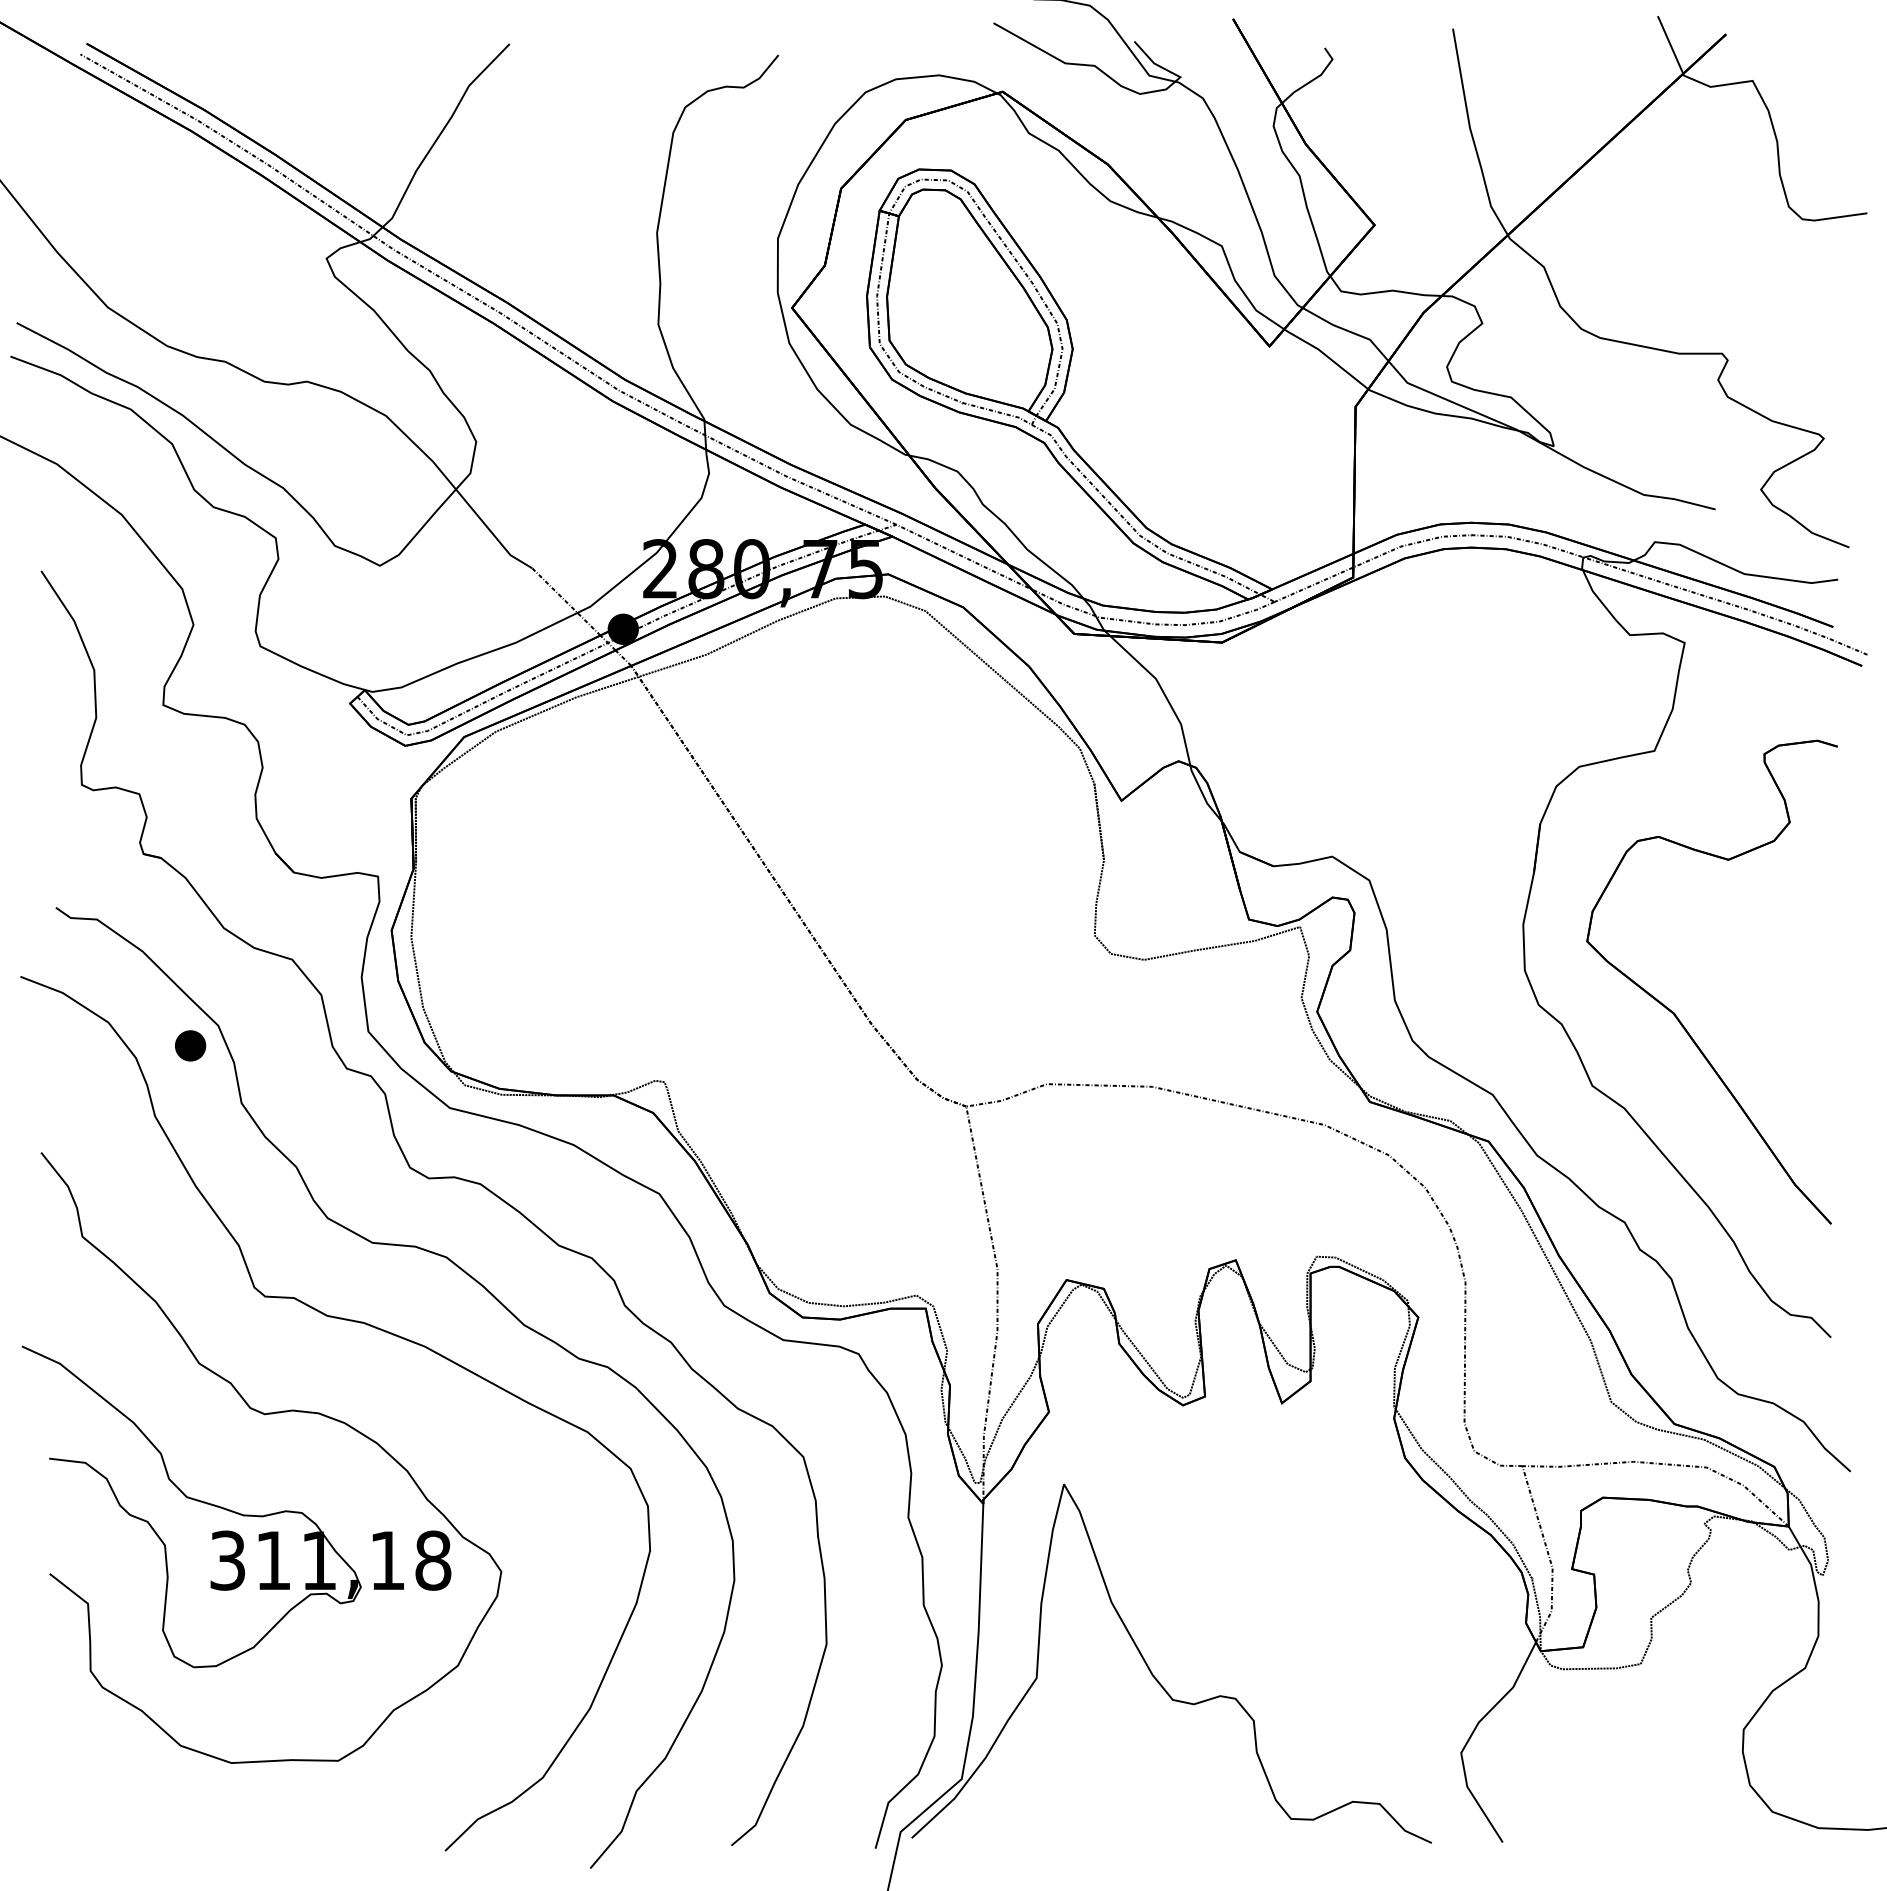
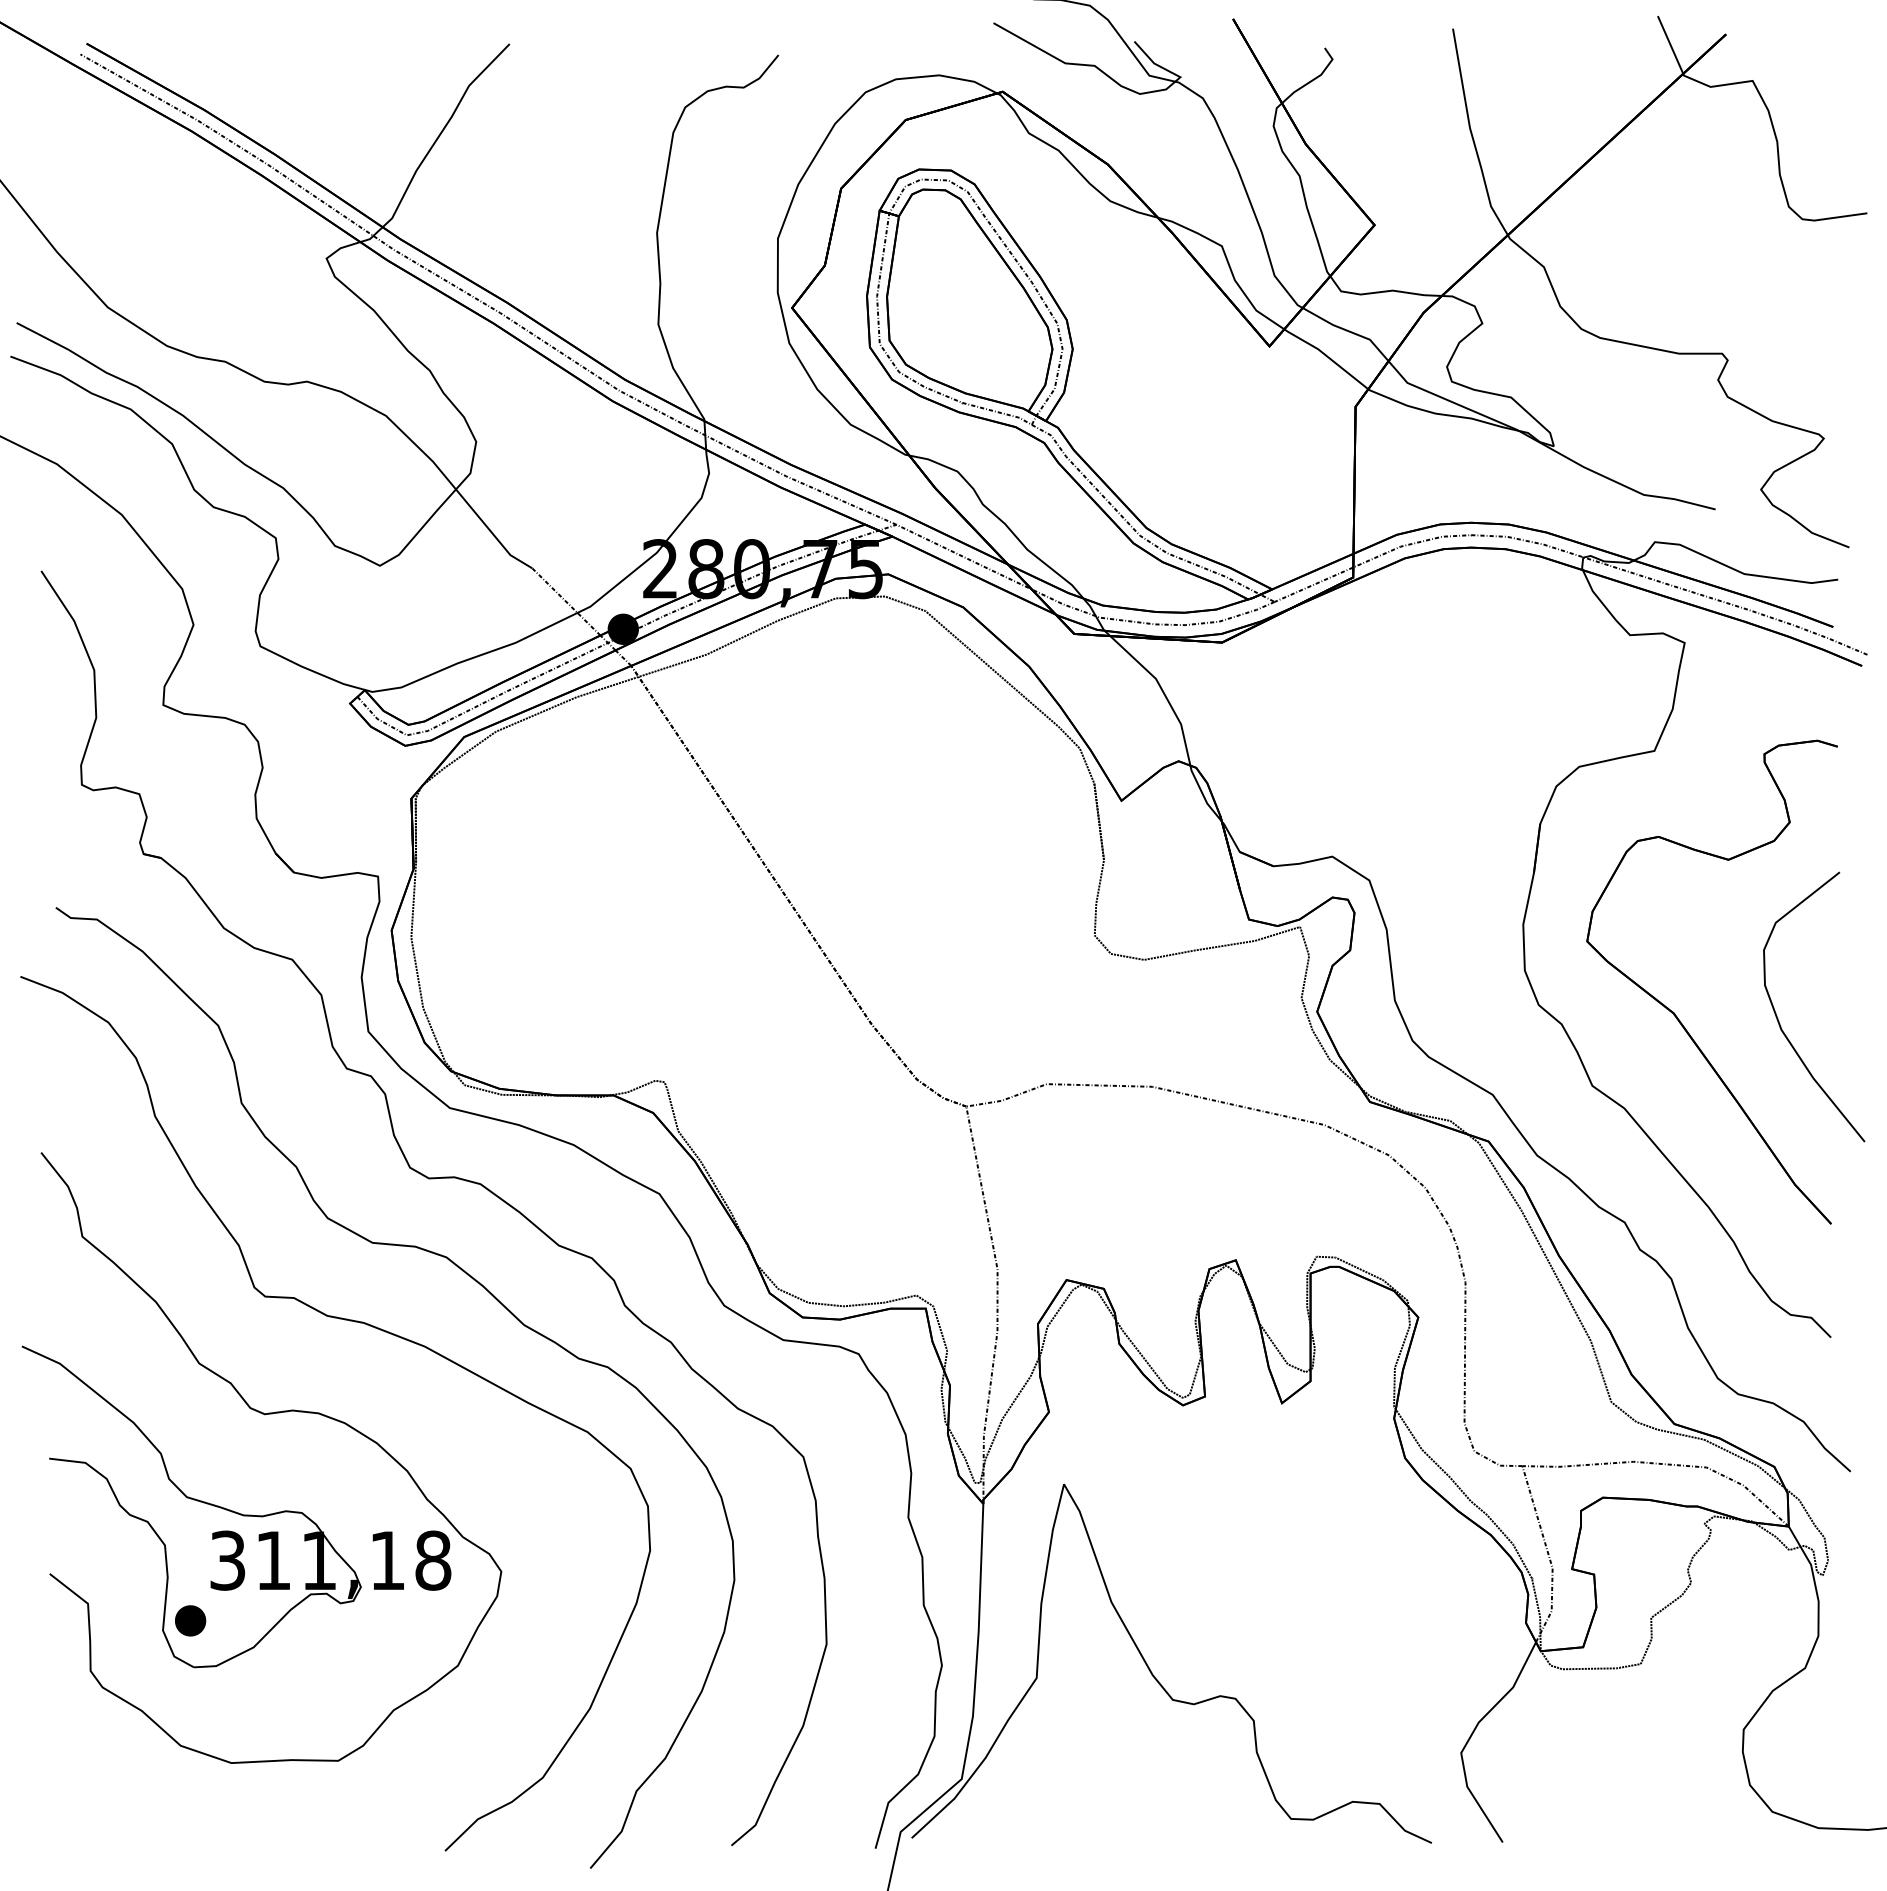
curve at (1778, 1018): none -> present
part at (190, 1045) position: (190, 1045) -> (190, 1620)
